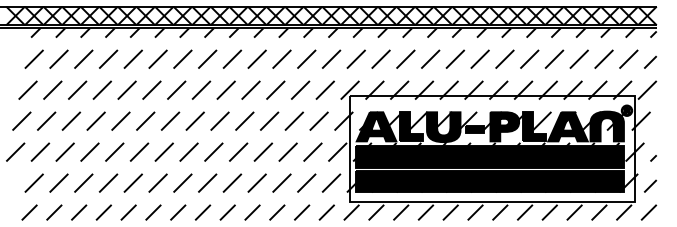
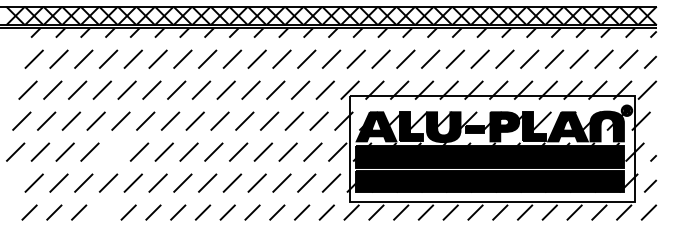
line at (114, 151): present -> none
line at (103, 212): present -> none
